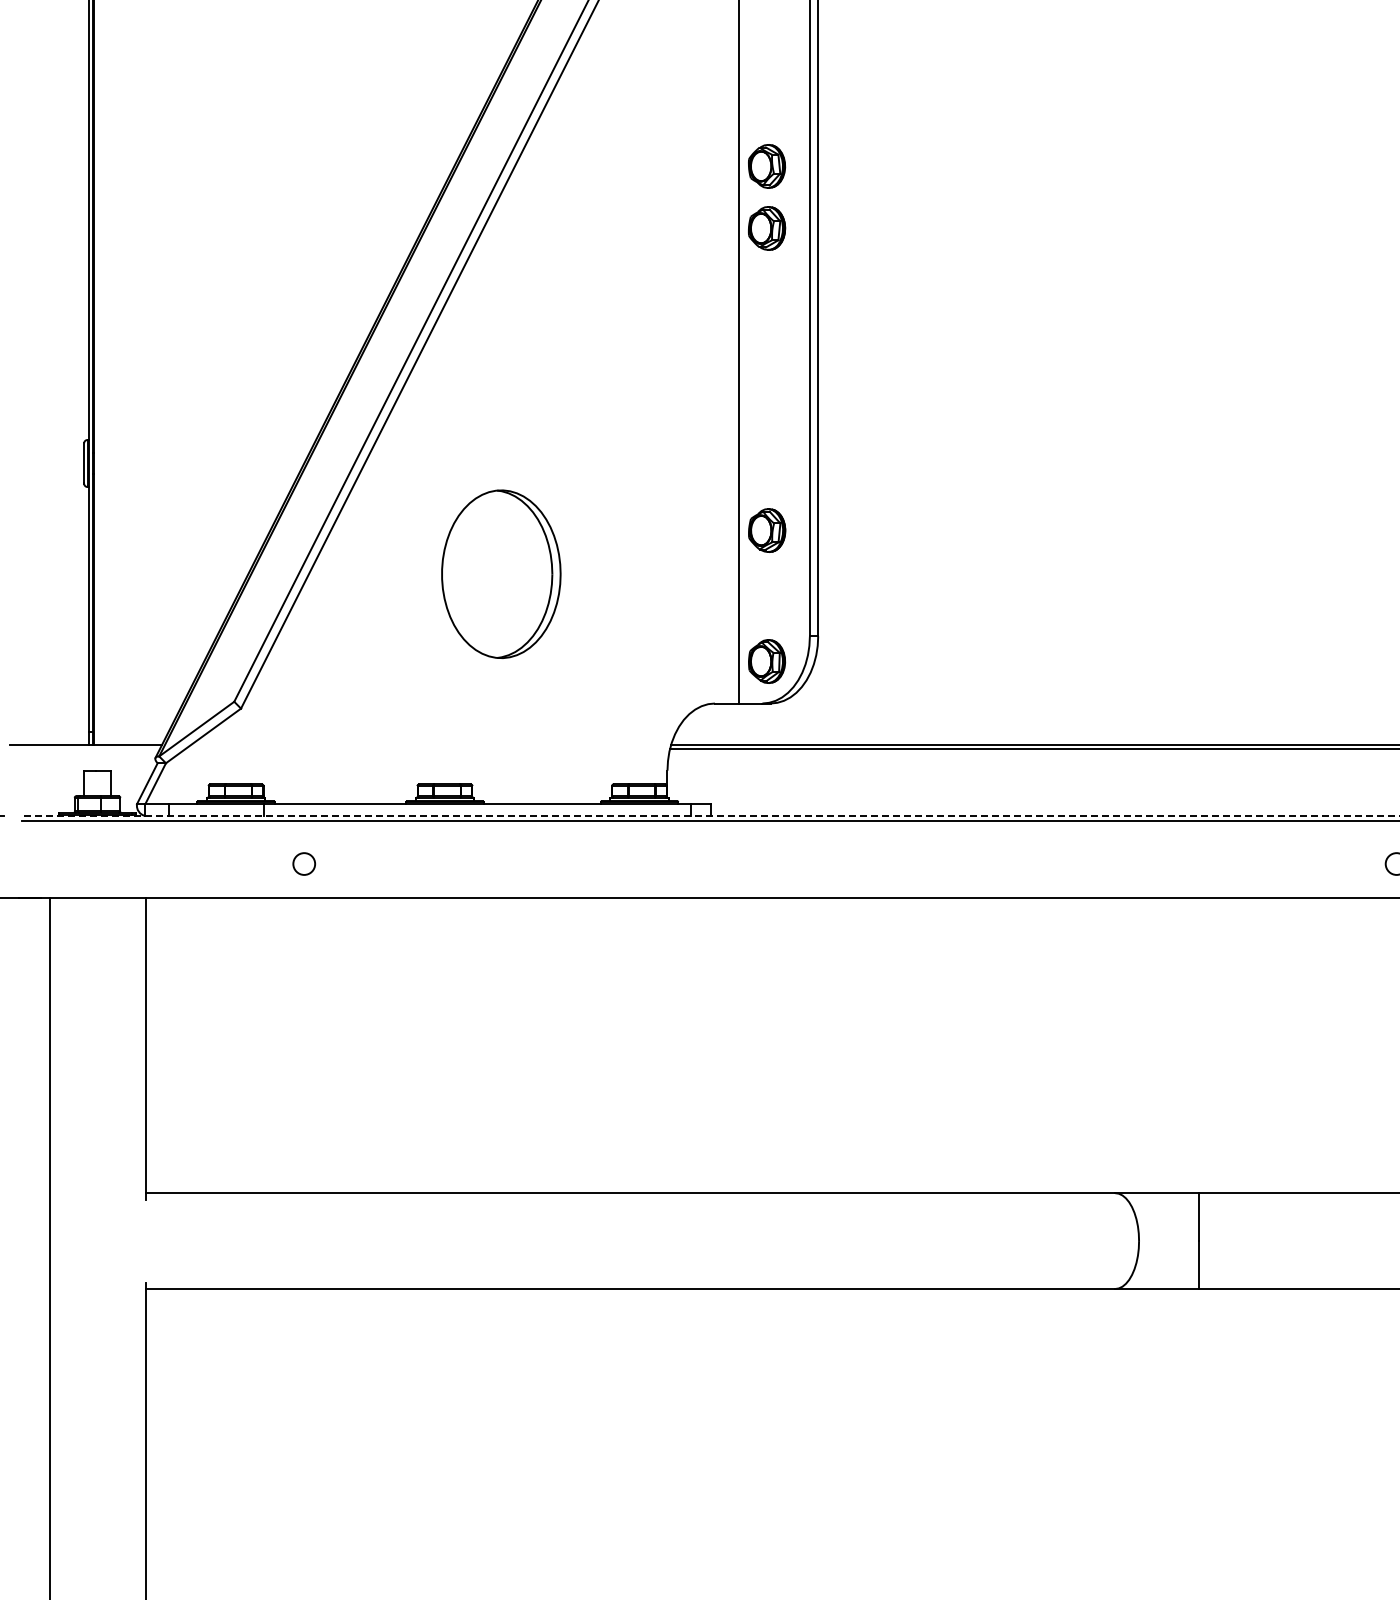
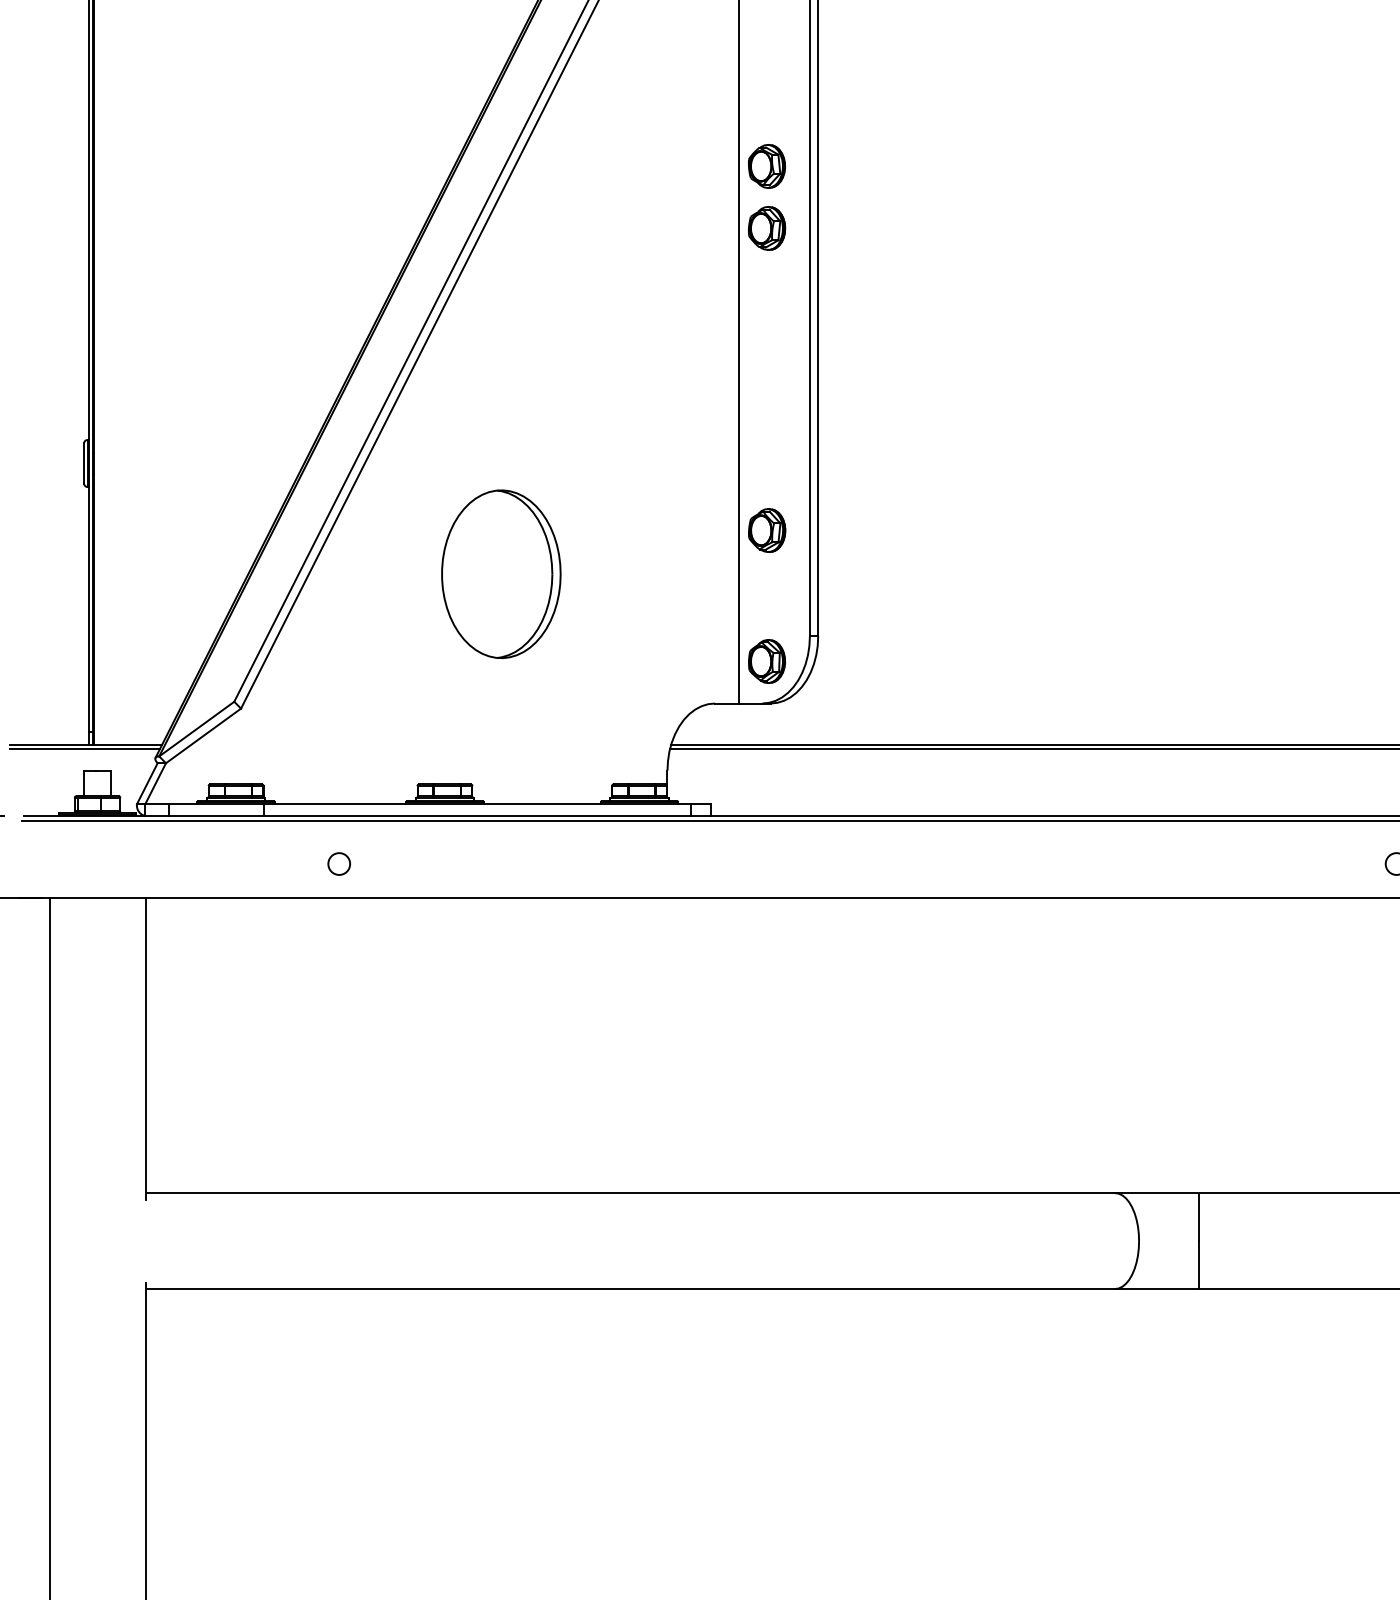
line at (85, 748): none -> present
line at (711, 815): dashed -> solid
circle at (303, 863) position: (303, 863) -> (338, 863)
